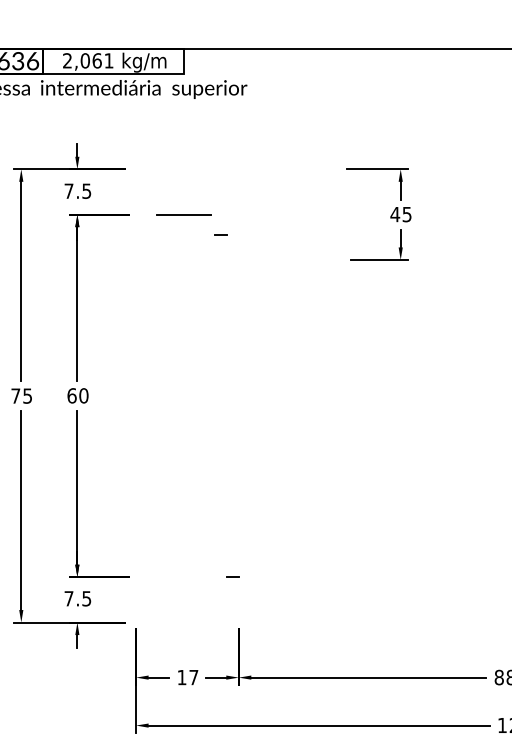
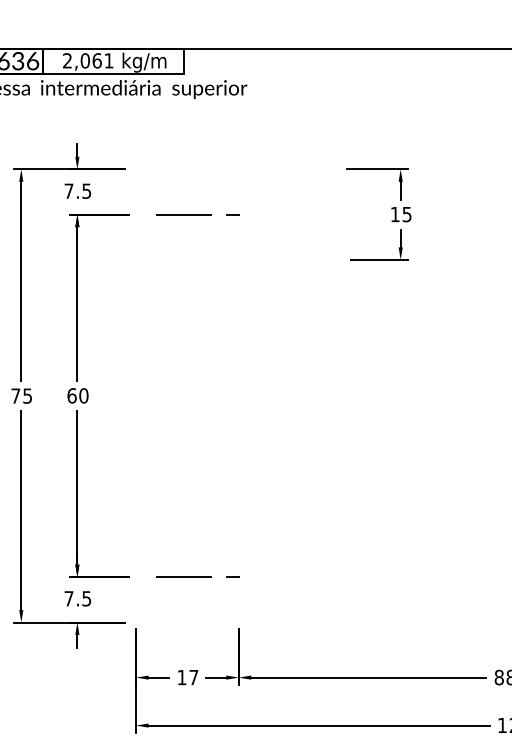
text at (395, 214): 45 -> 15
line at (220, 234) position: (220, 234) -> (232, 214)
line at (183, 577): none -> present
